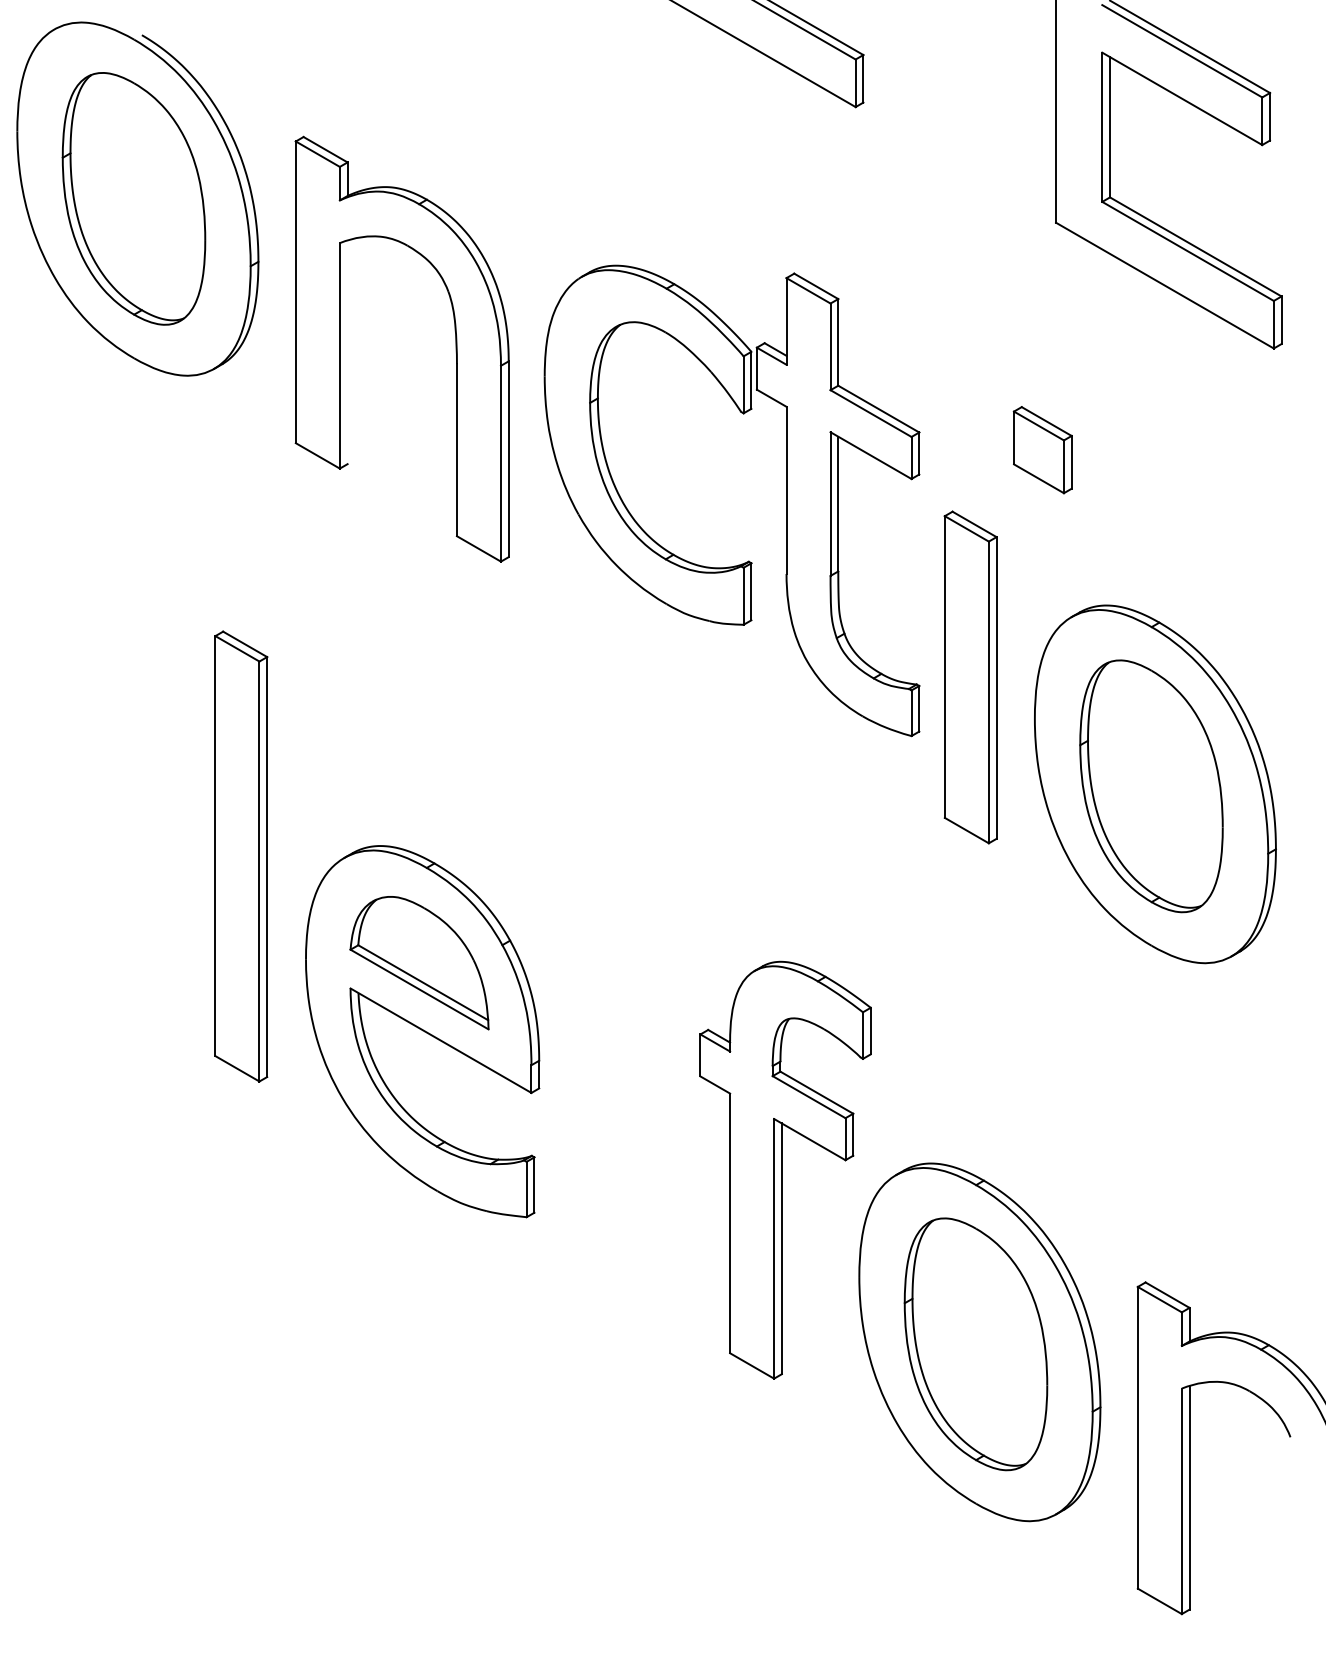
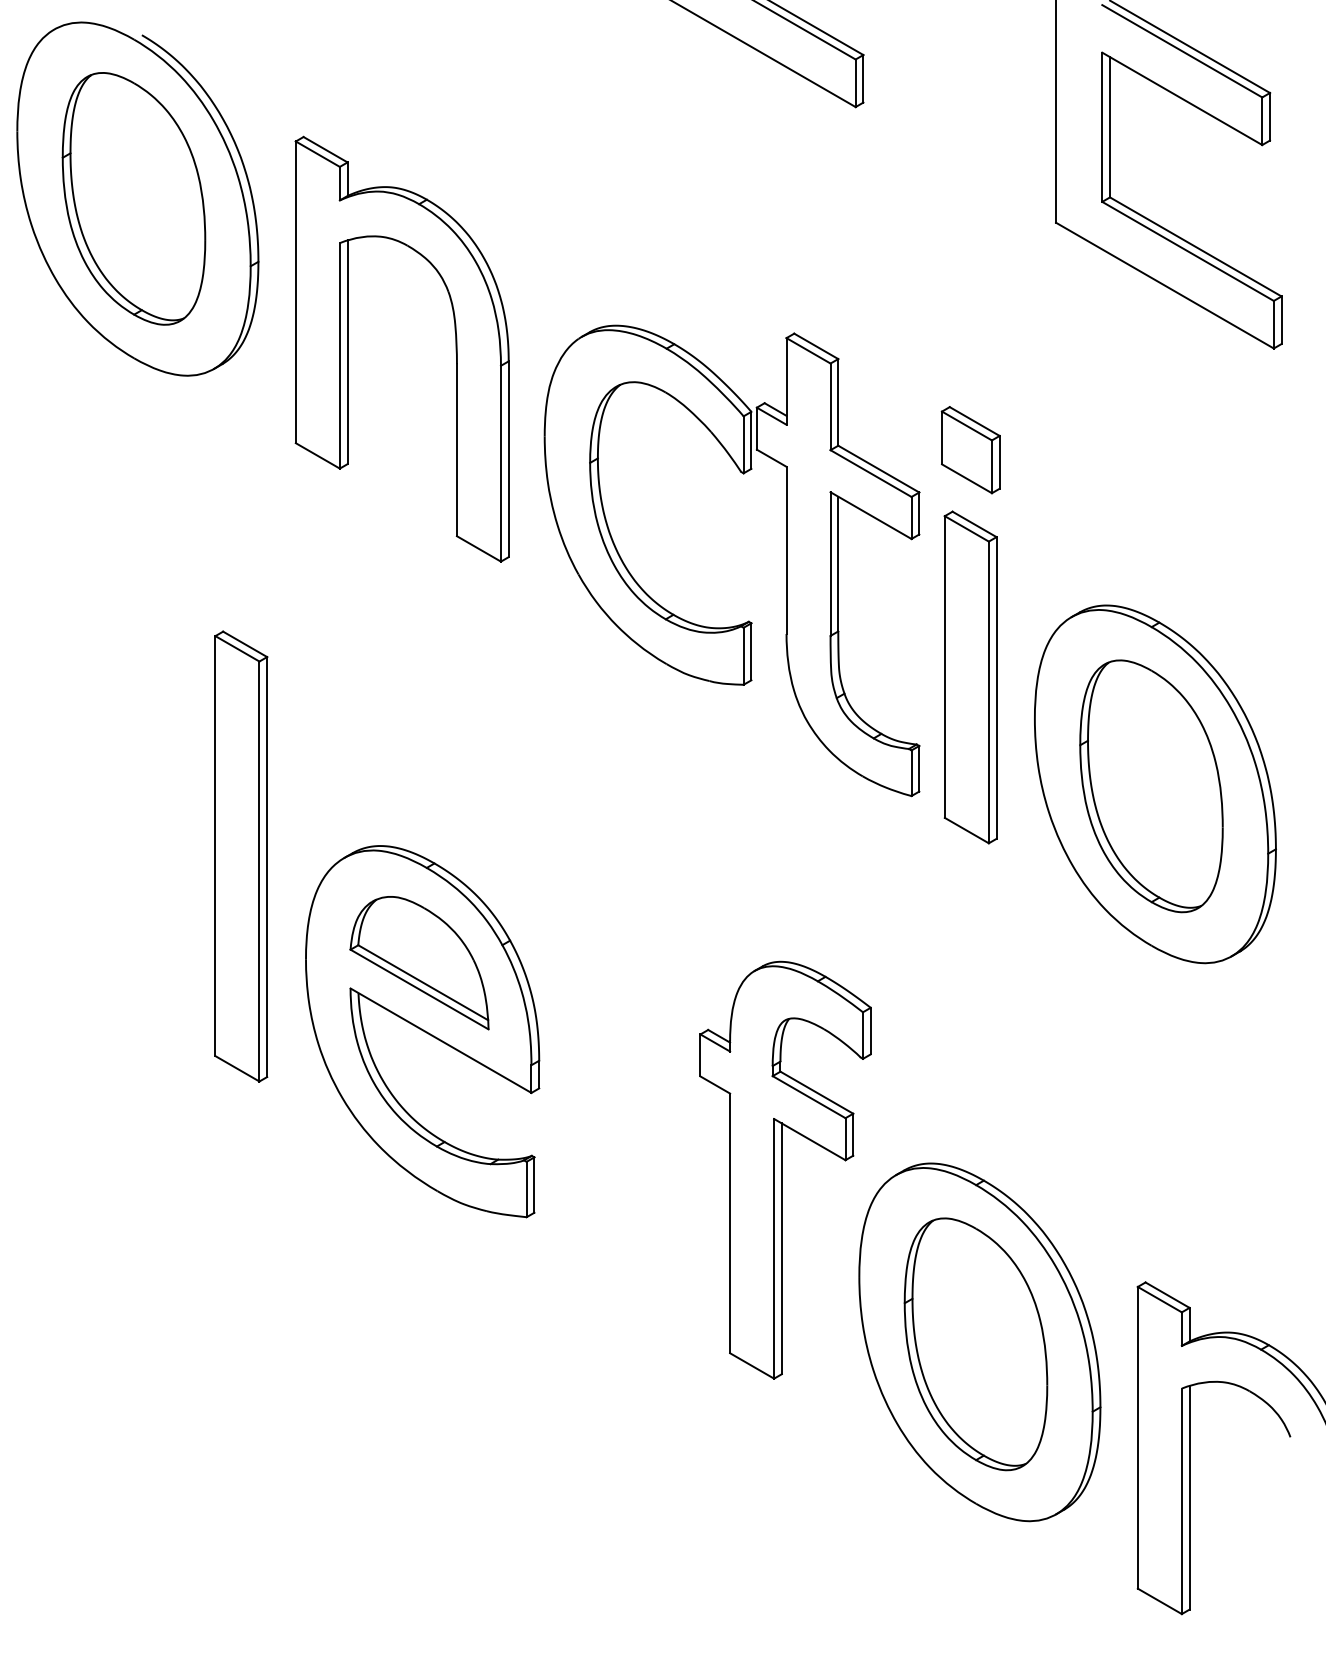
line at (347, 352): none -> present
part at (1042, 450) position: (1042, 450) -> (970, 450)
part at (786, 500) position: (786, 500) -> (786, 560)
